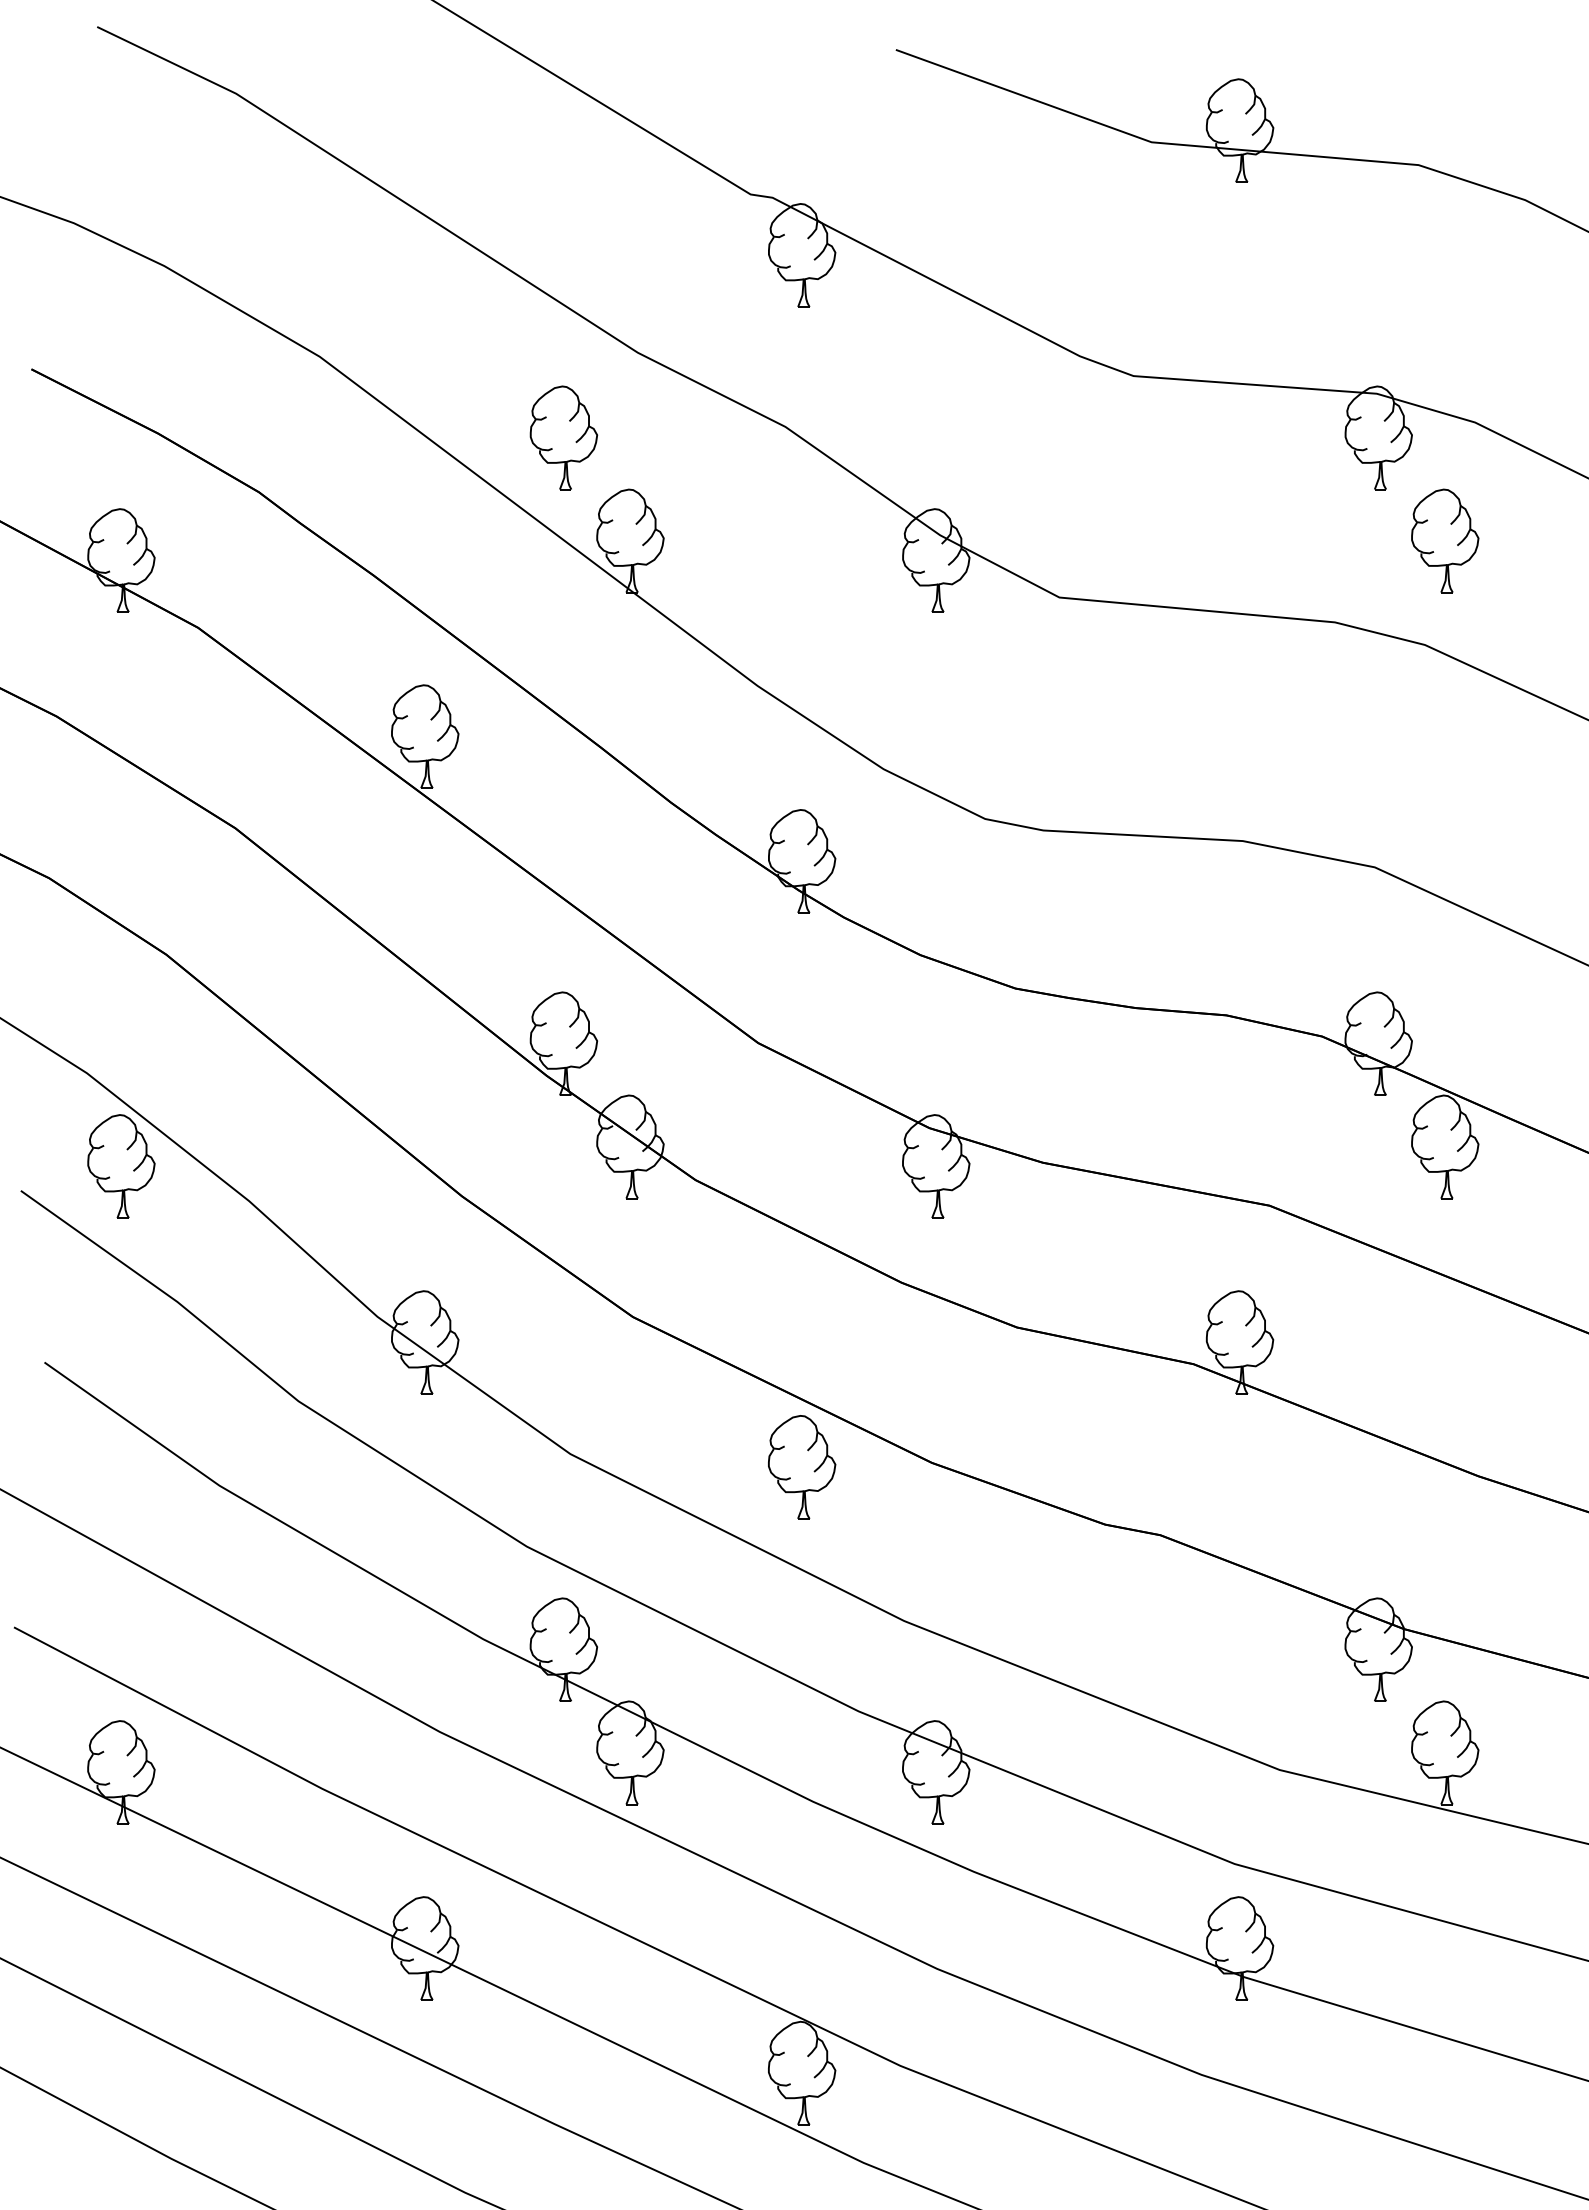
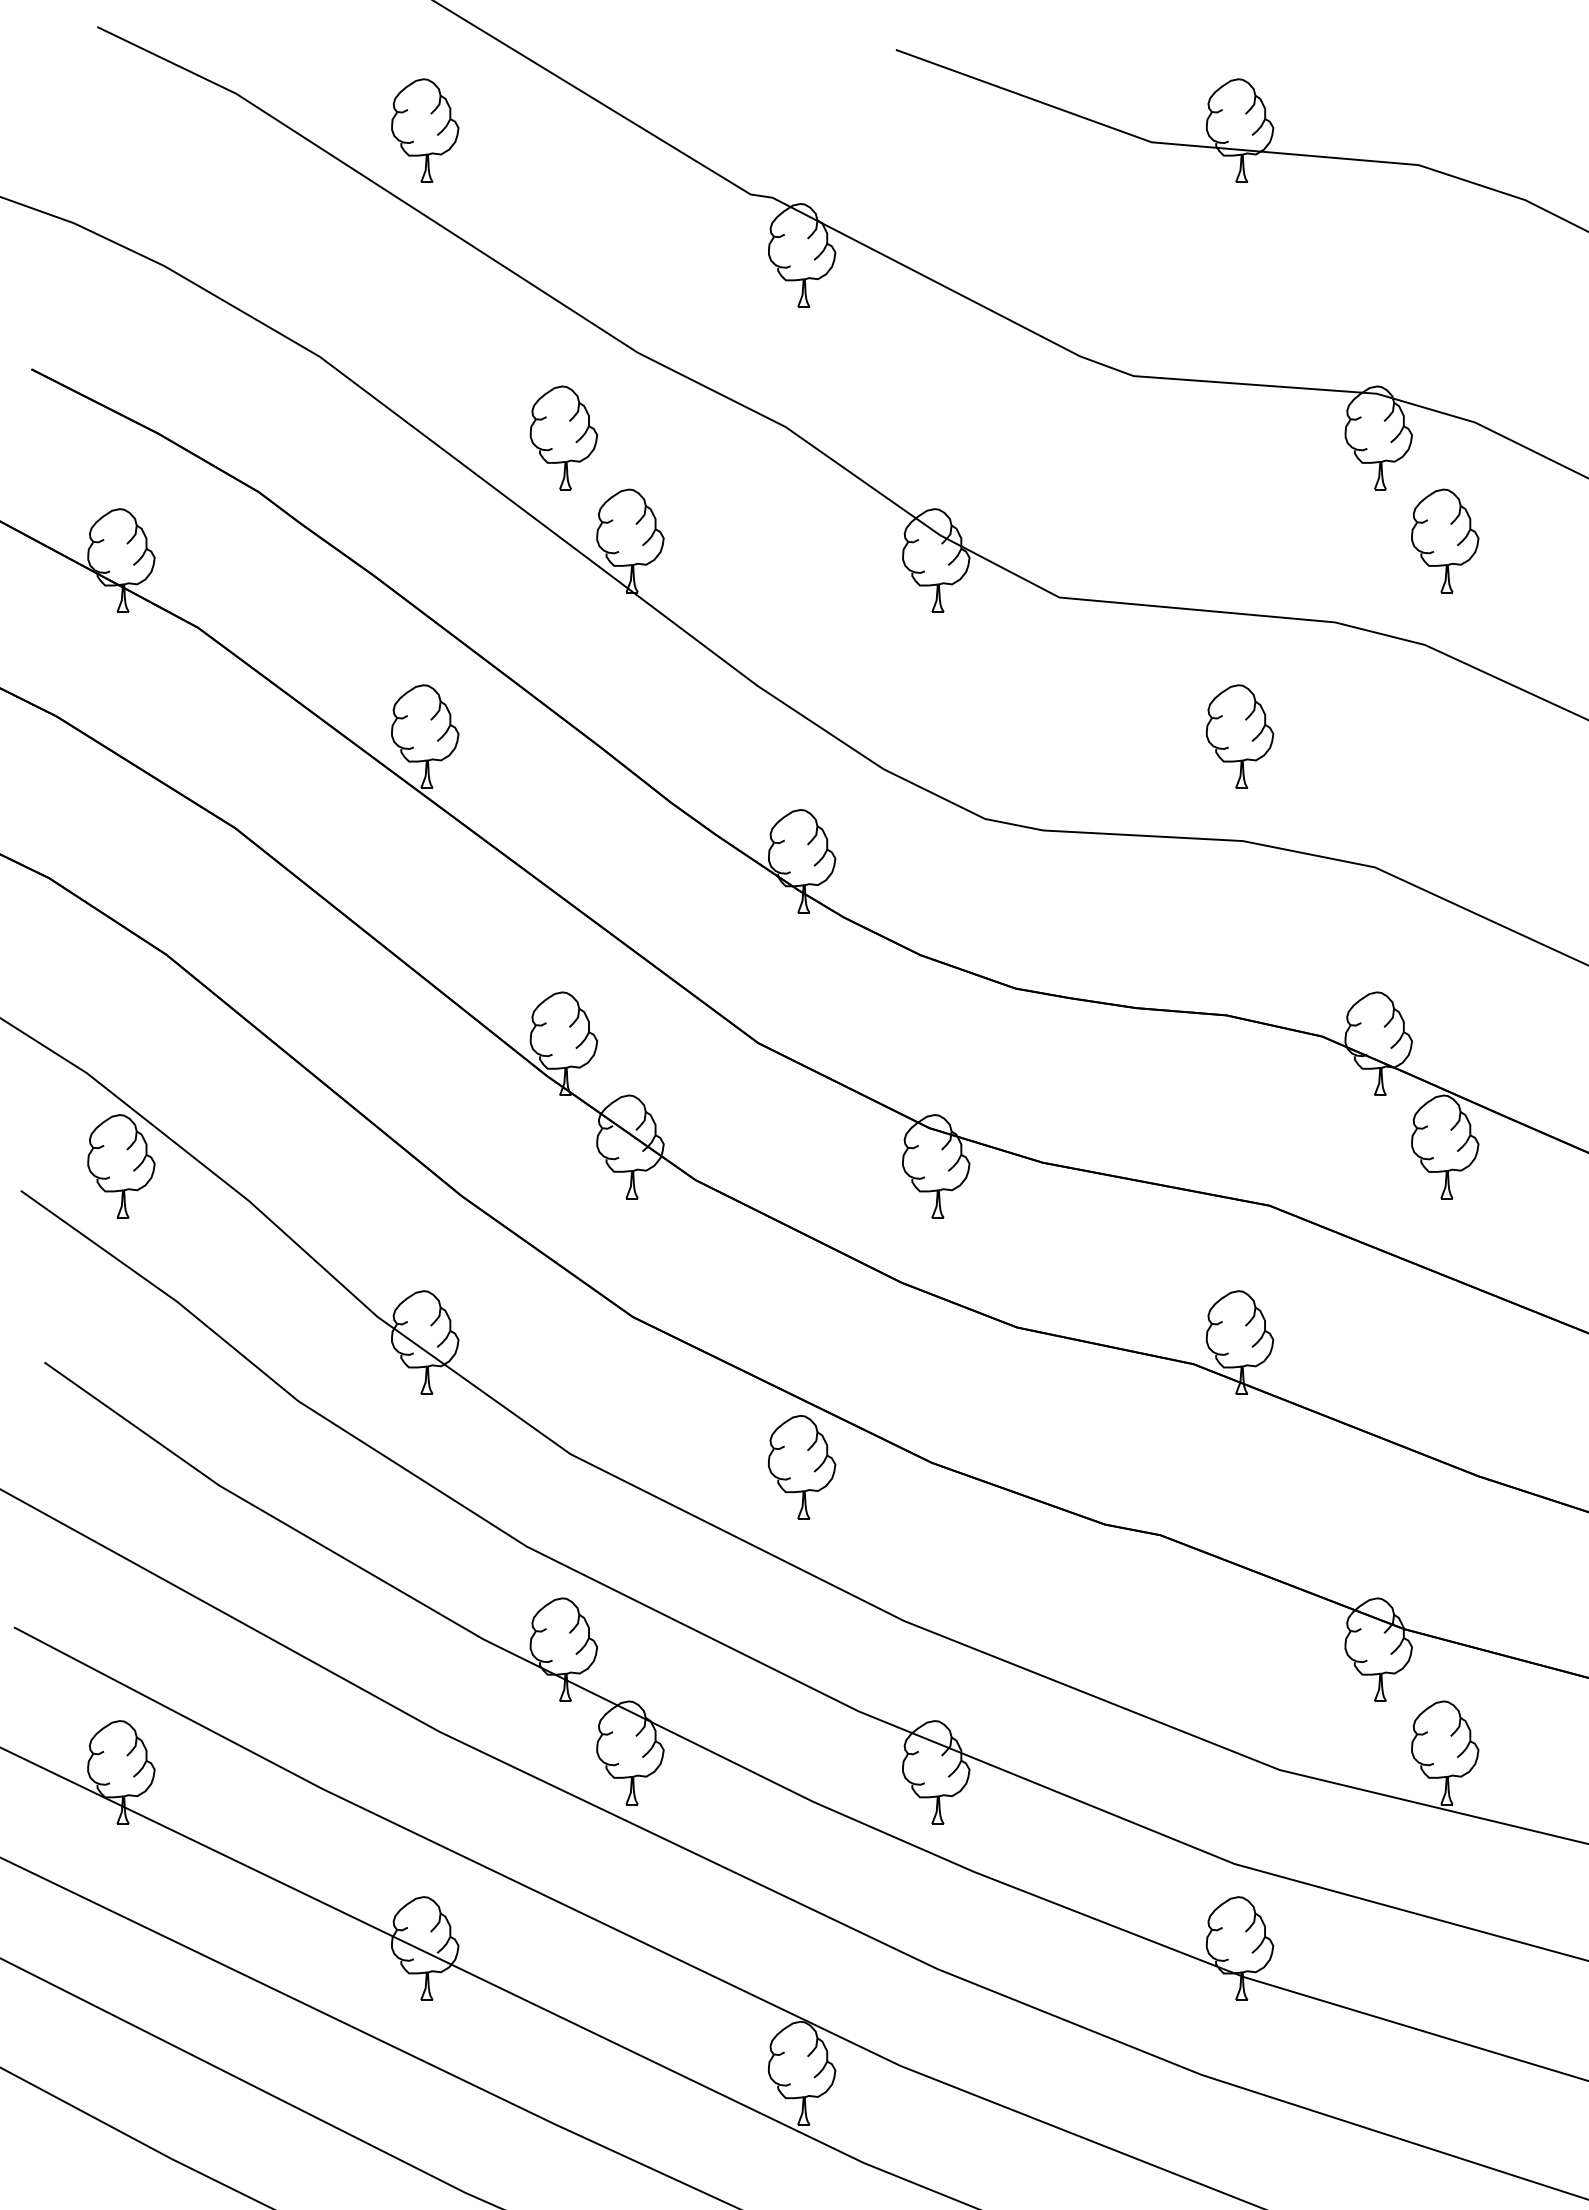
part at (425, 130): none -> present
part at (1240, 736): none -> present
